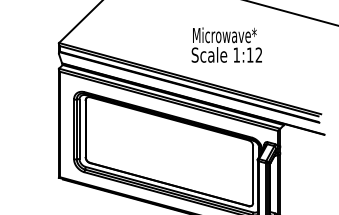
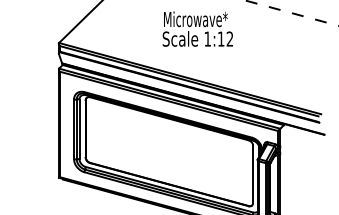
line at (290, 12): solid -> dashed
text at (226, 44) position: (226, 44) -> (197, 28)
